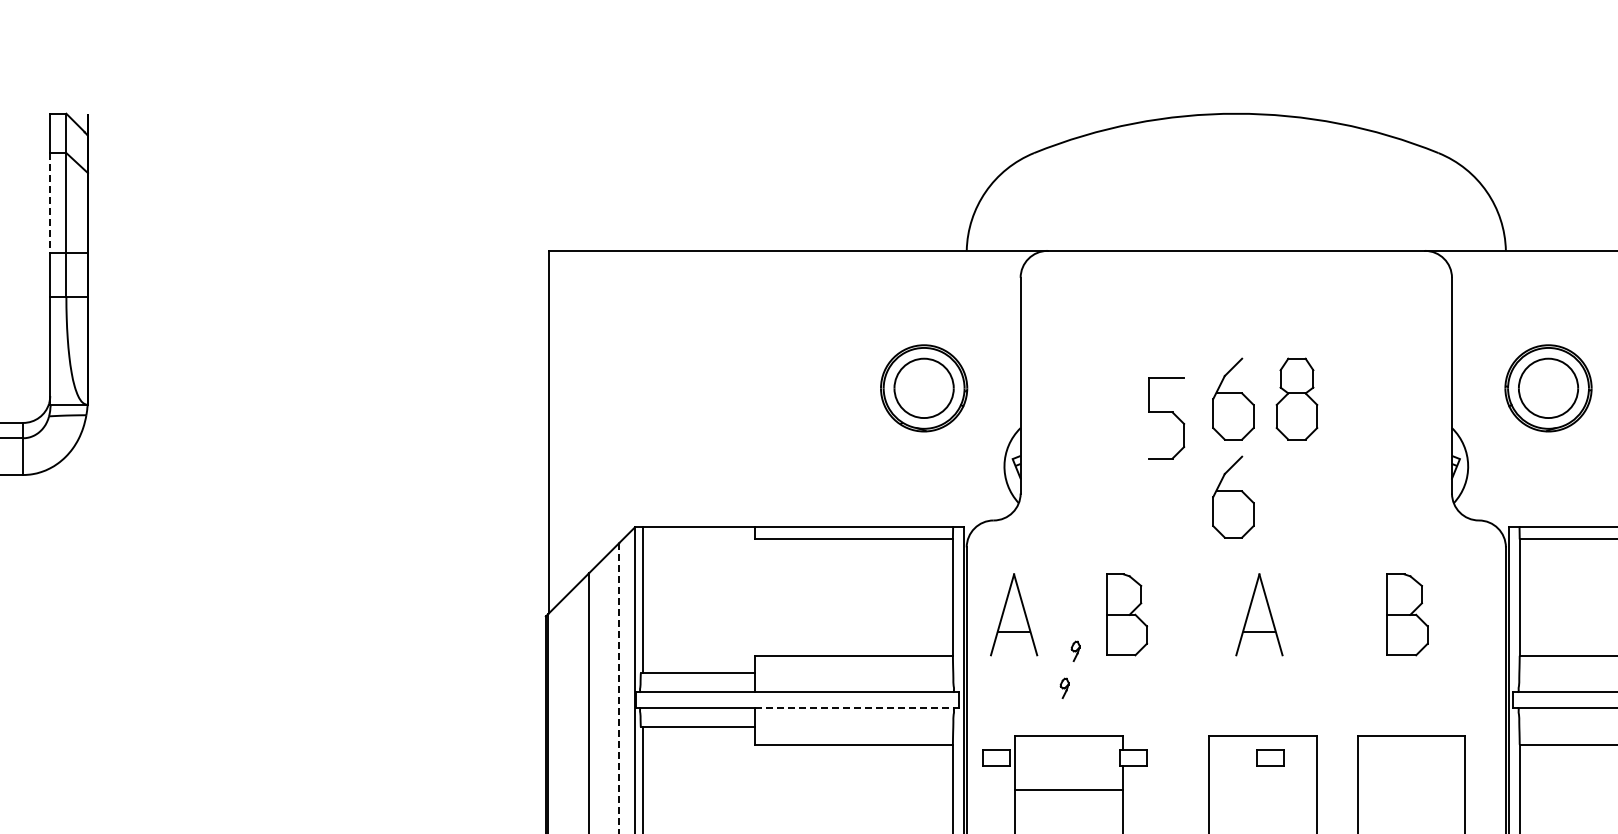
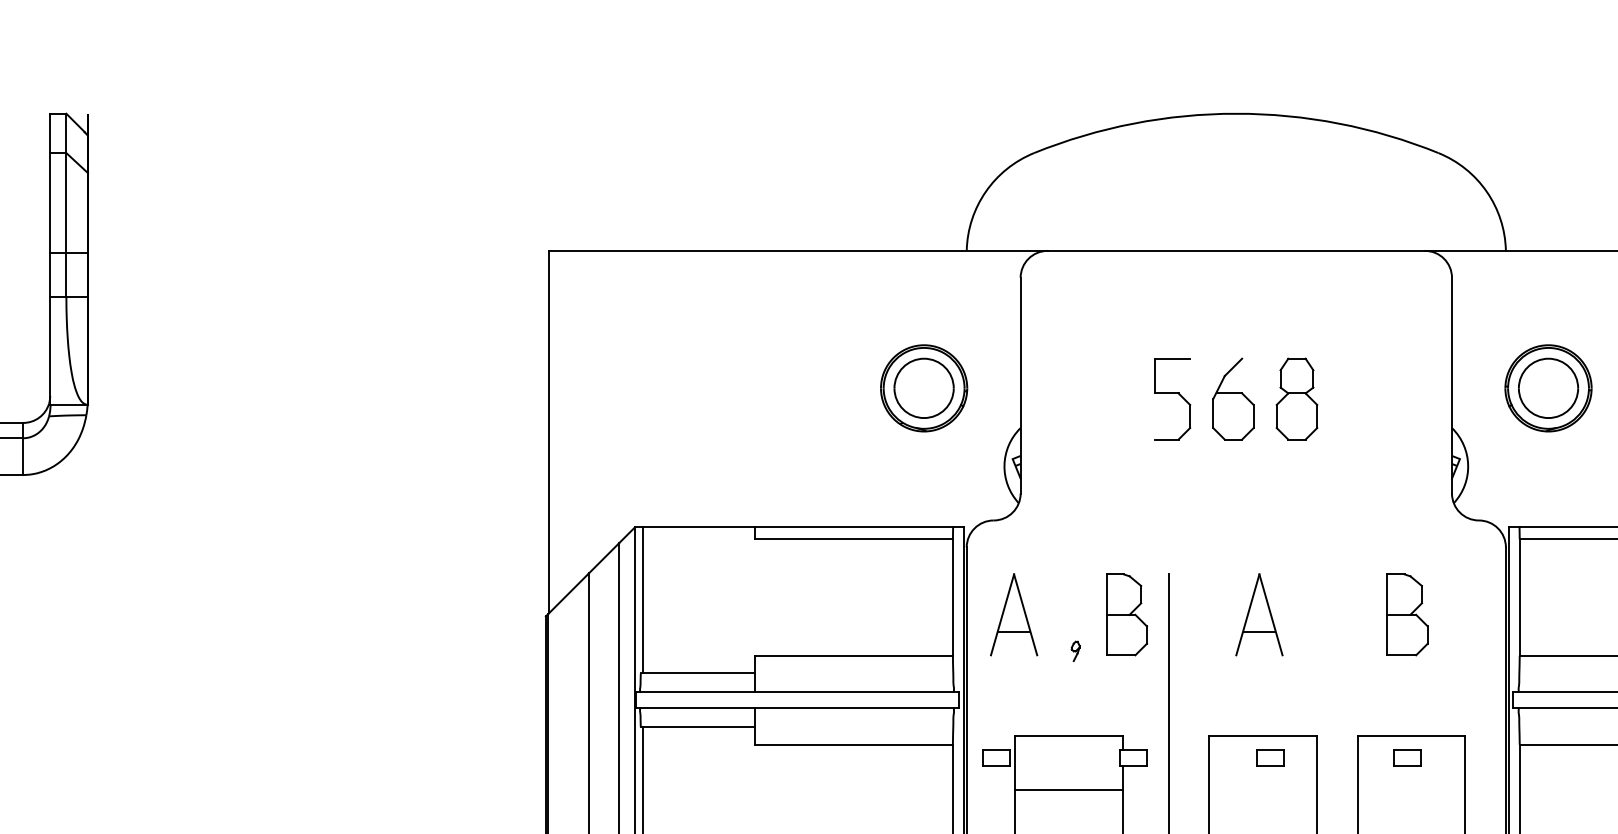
line at (50, 203): dashed -> solid
part at (1166, 418) position: (1166, 418) -> (1172, 399)
part at (1233, 496): present -> none
part at (1064, 687): present -> none
line at (619, 688): dashed -> solid
line at (1168, 702): none -> present
line at (854, 708): dashed -> solid
part at (1407, 757): none -> present
